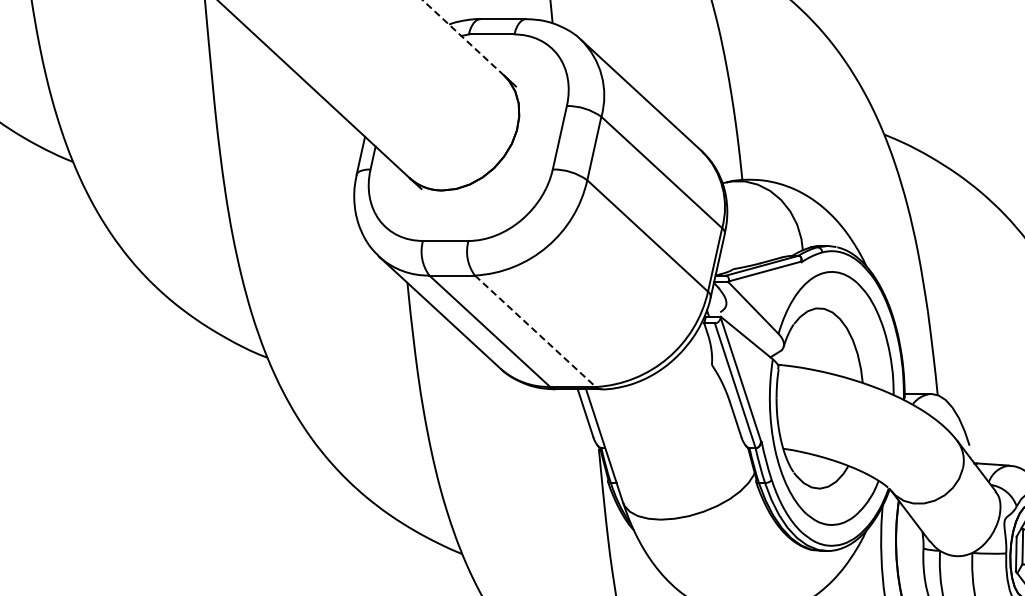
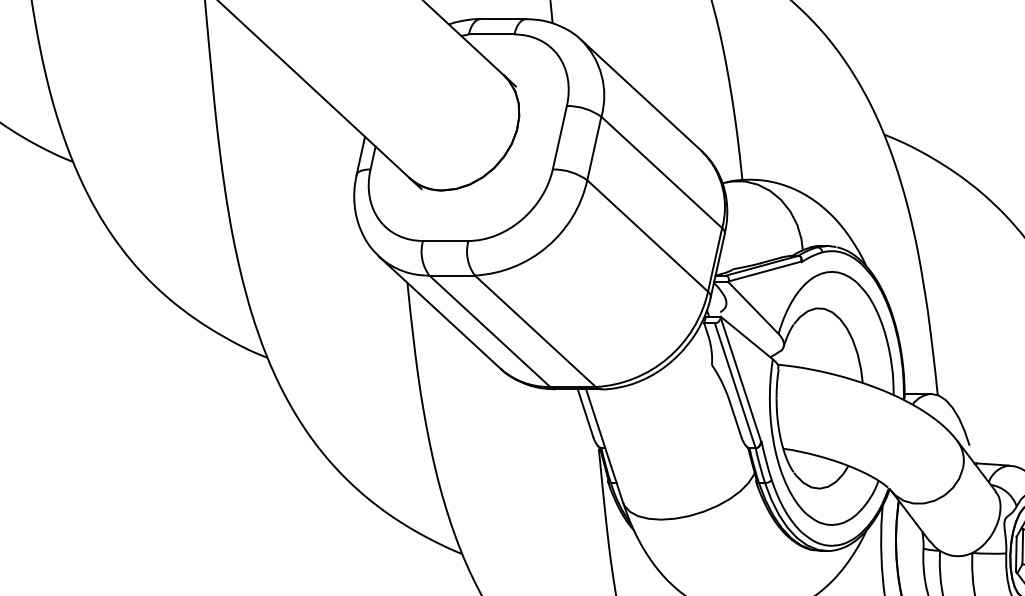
line at (463, 37): dashed -> solid
line at (535, 331): dashed -> solid
